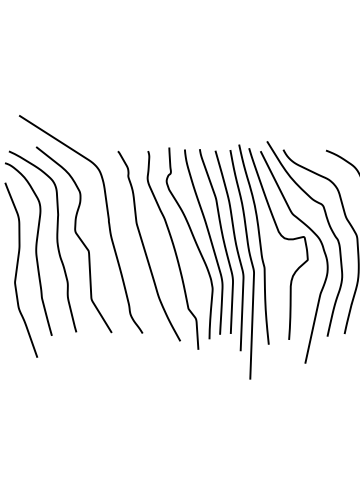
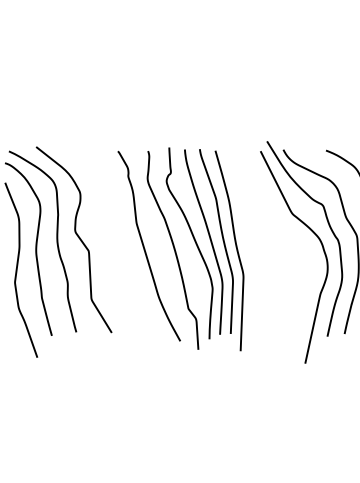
curve at (107, 218): present -> none
part at (268, 261): present -> none
